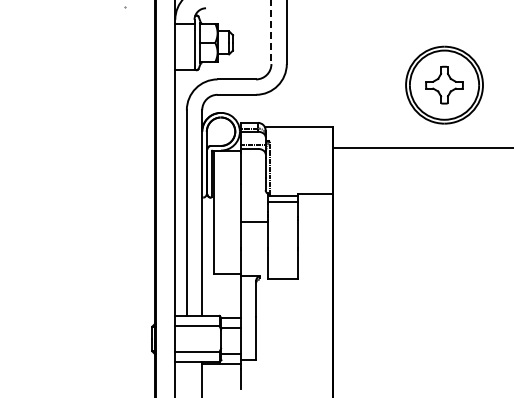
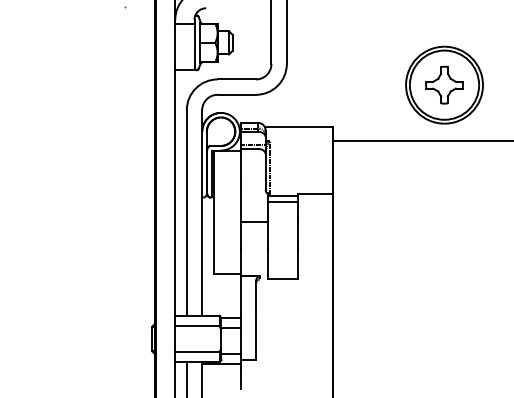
line at (271, 32): dashed -> solid
line at (421, 147) position: (421, 147) -> (421, 140)
line at (186, 378): none -> present
